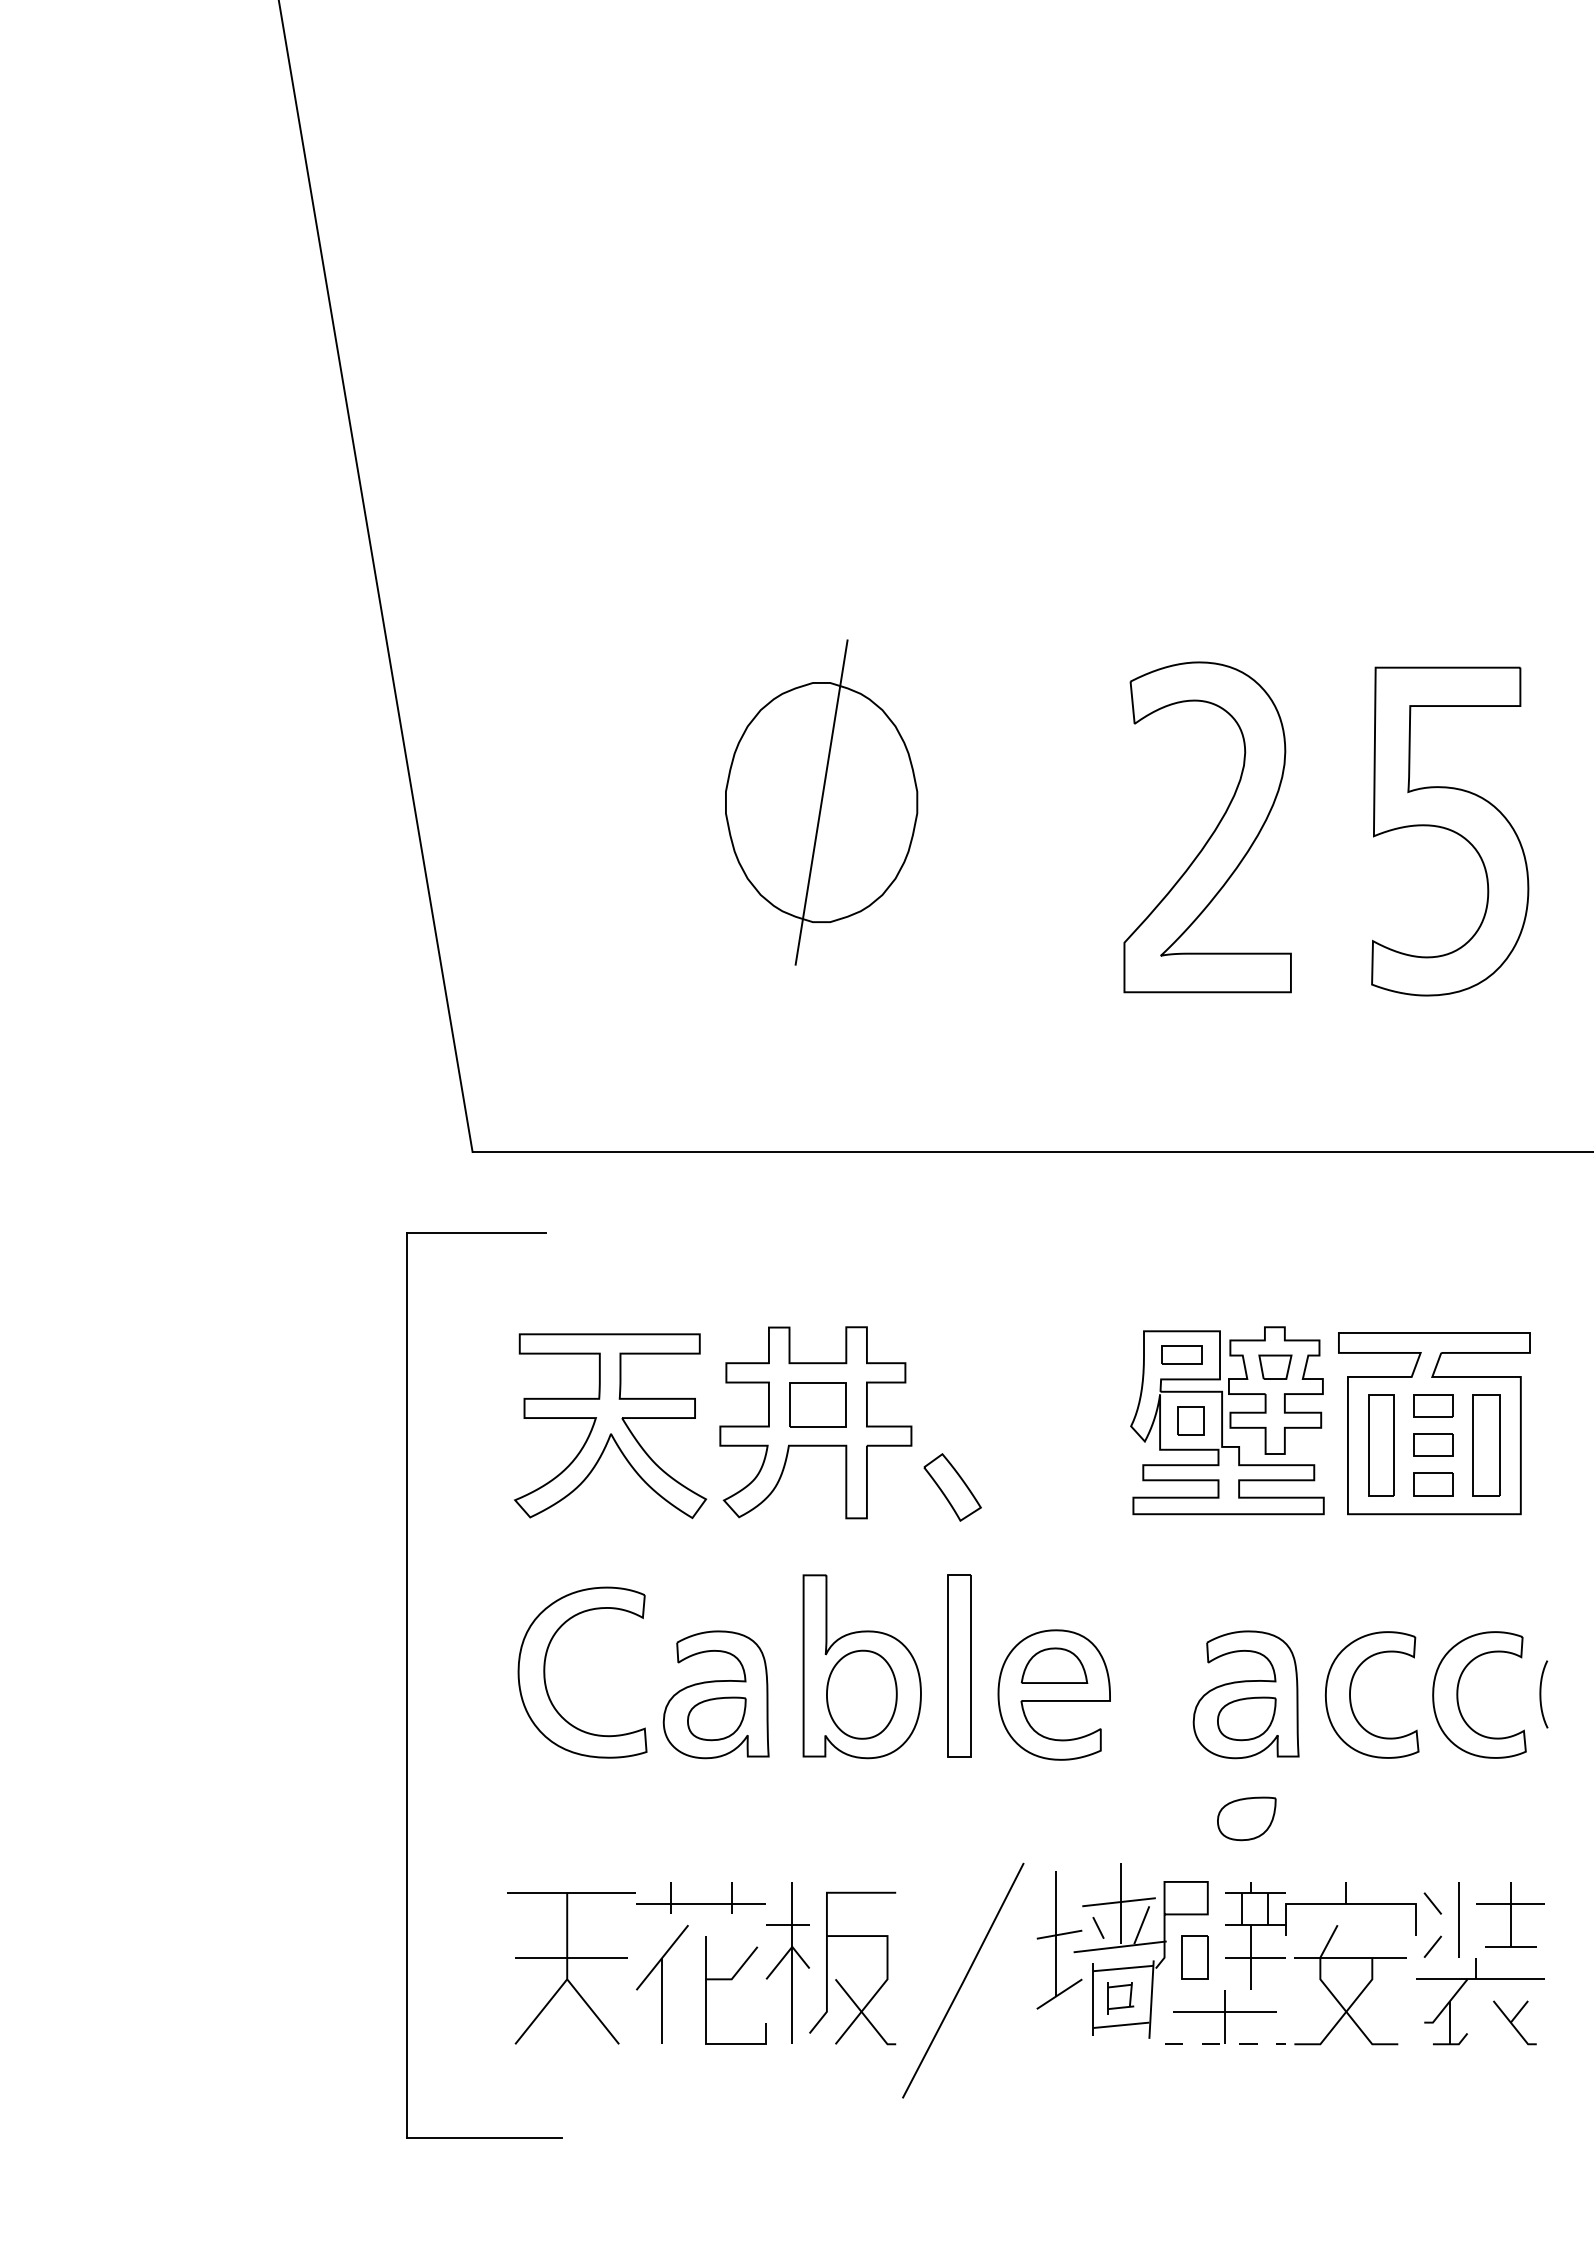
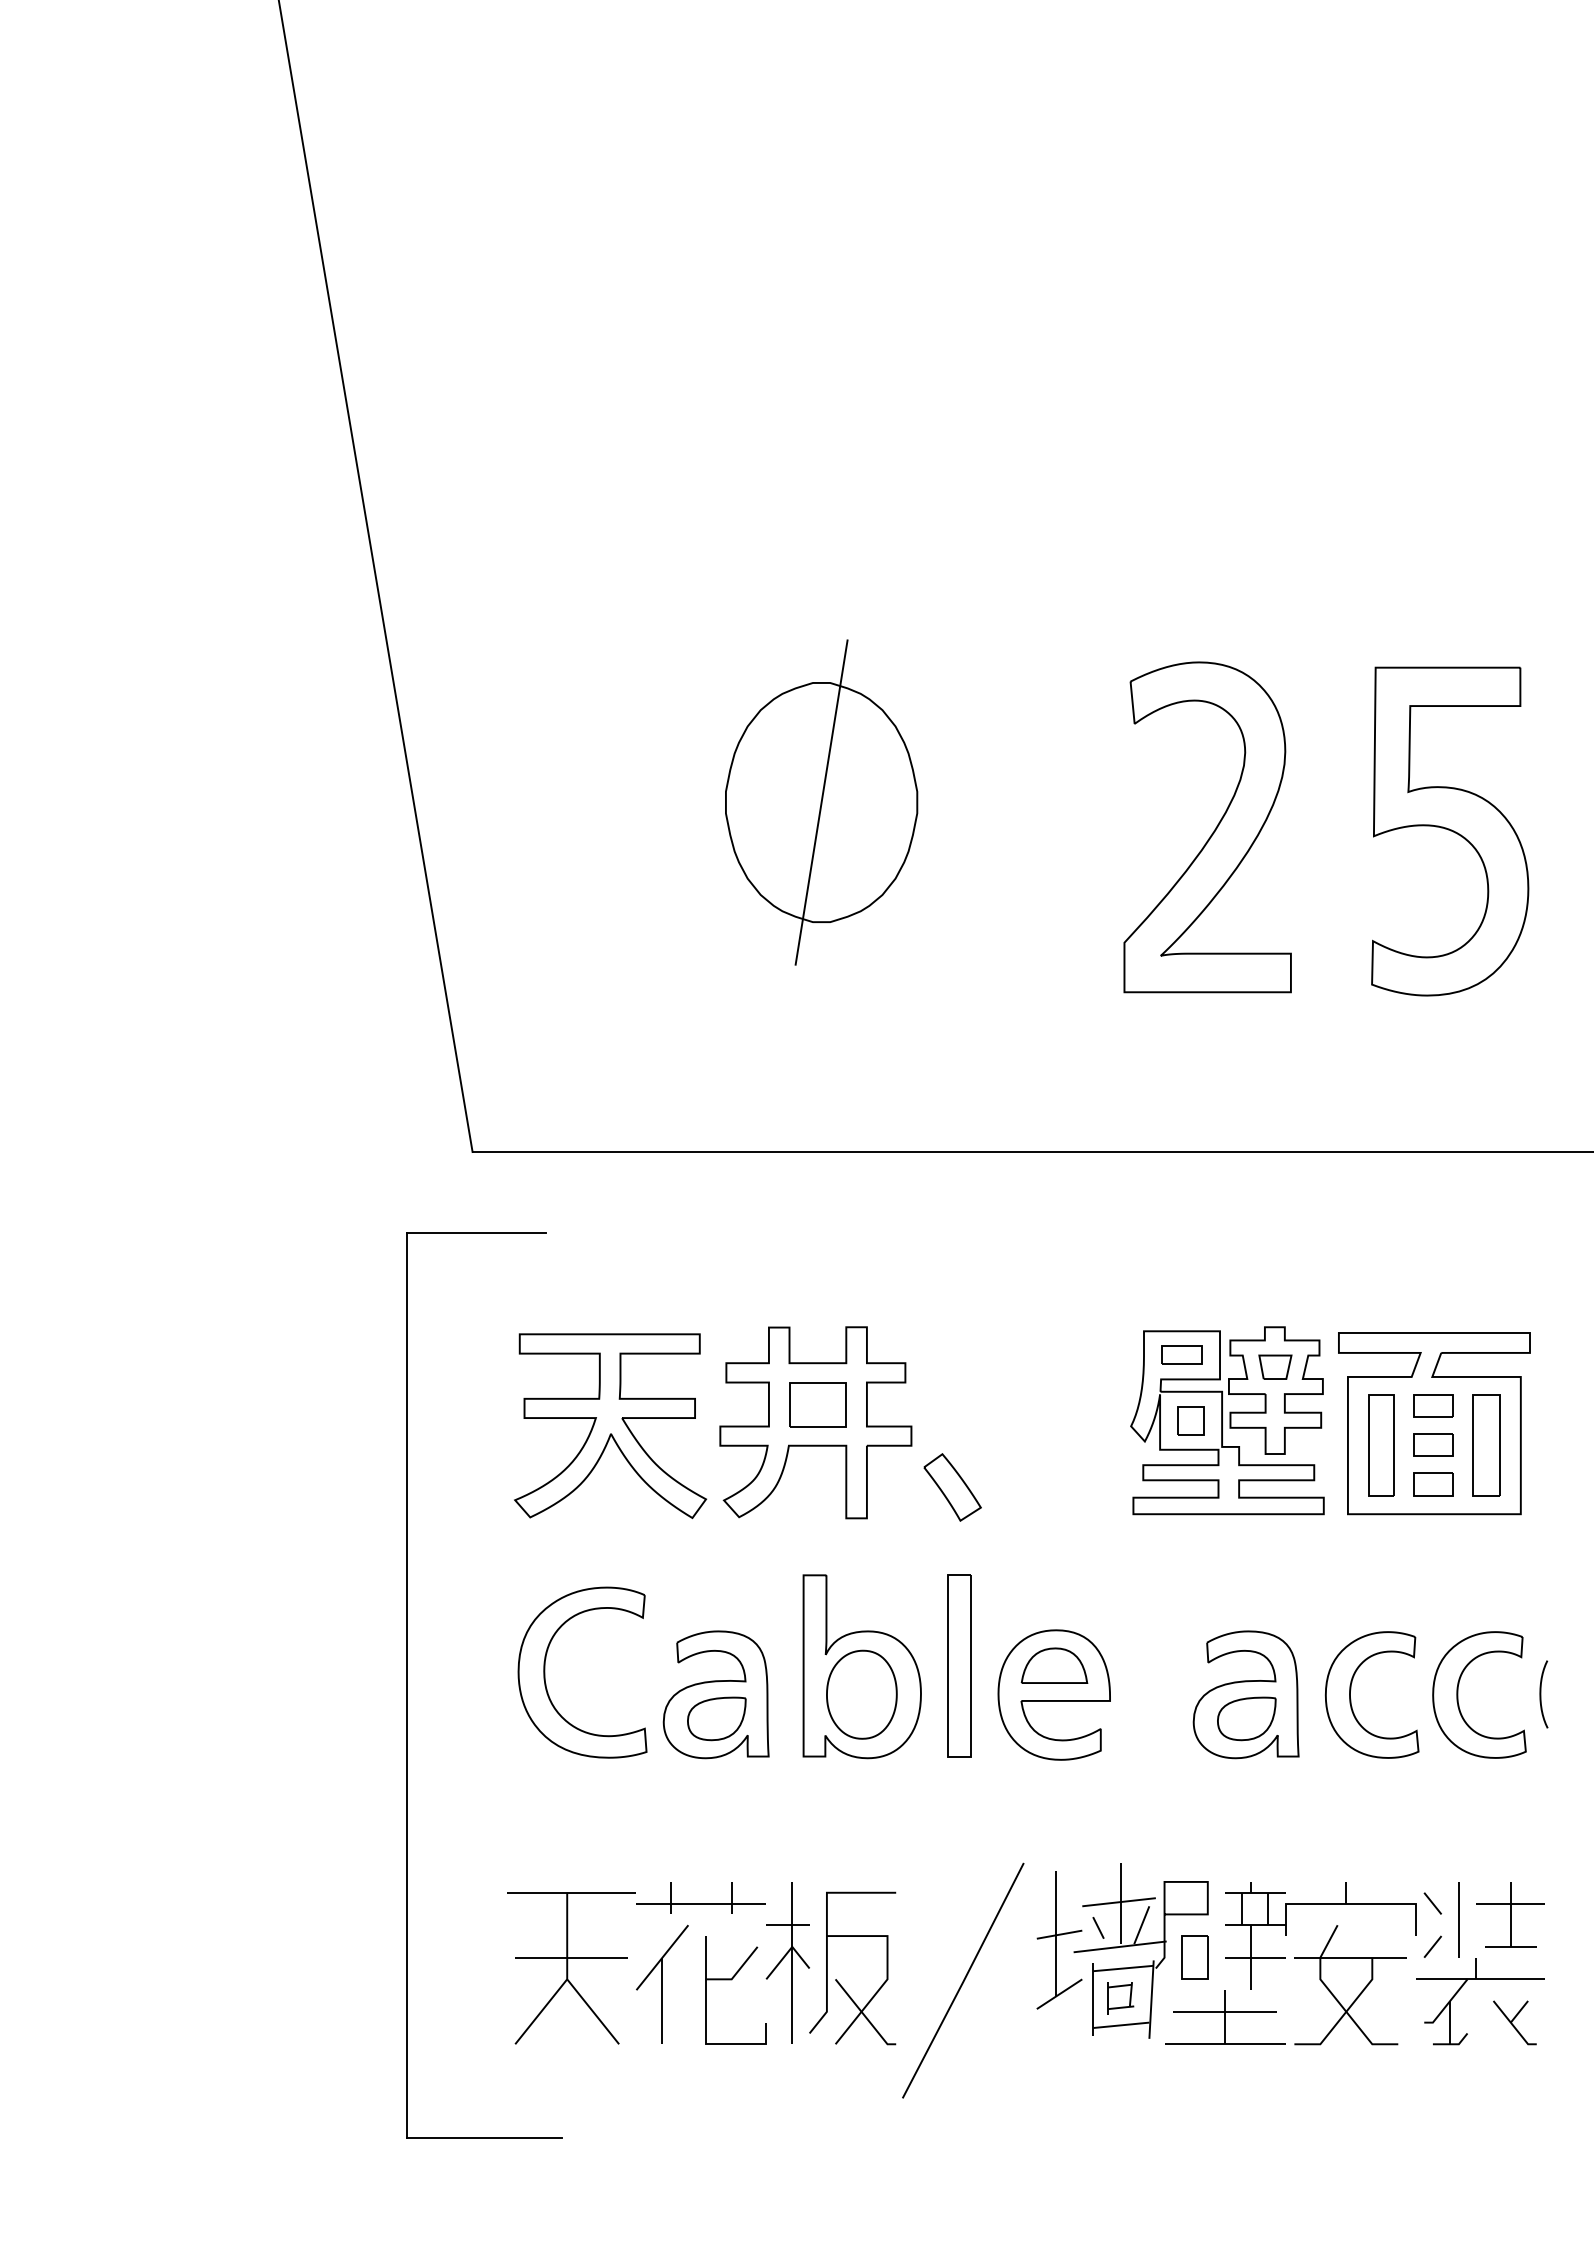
part at (1246, 1818): present -> none
line at (1225, 2044): dashed -> solid
